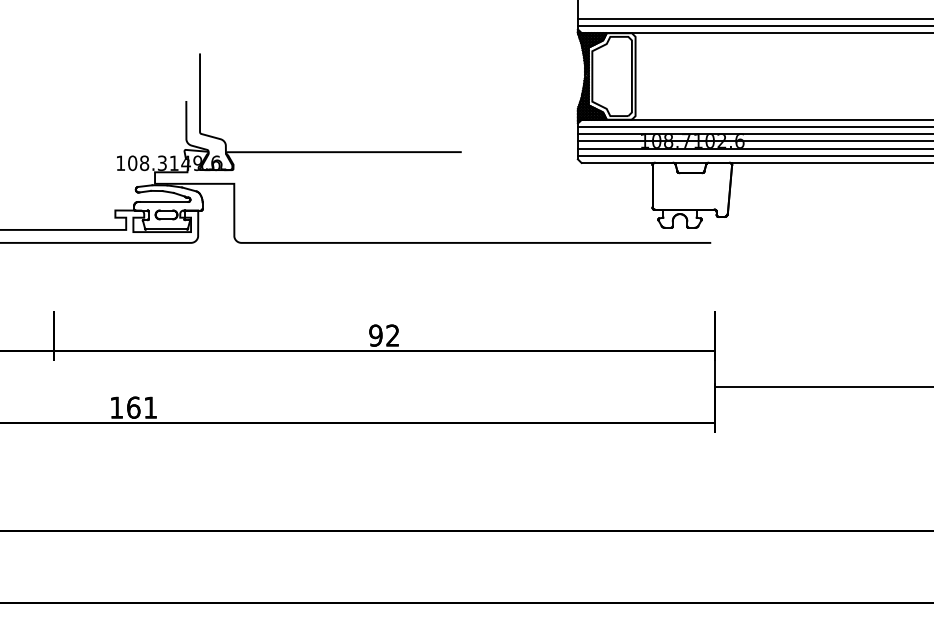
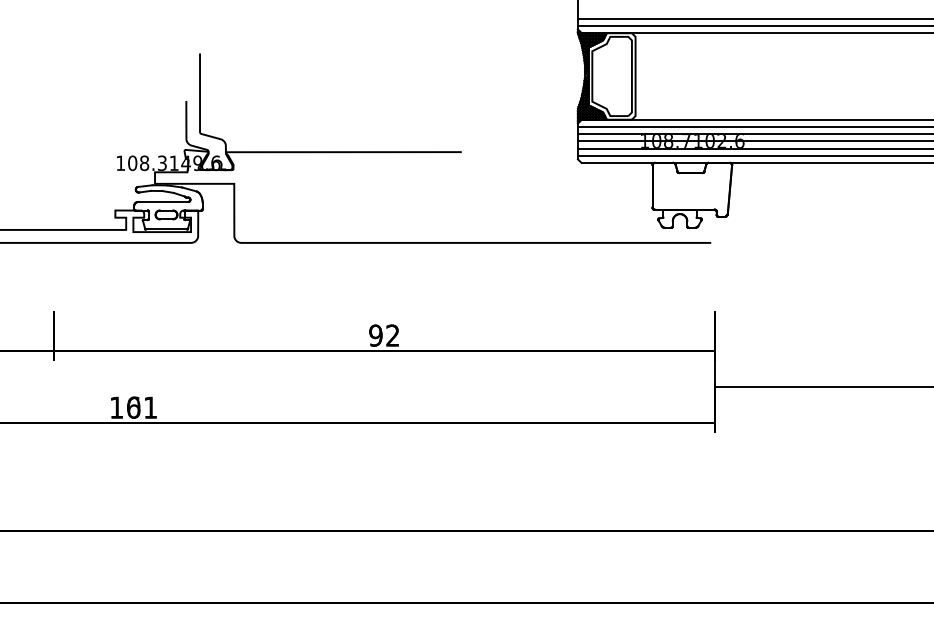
text at (133, 407): 161 -> 101
